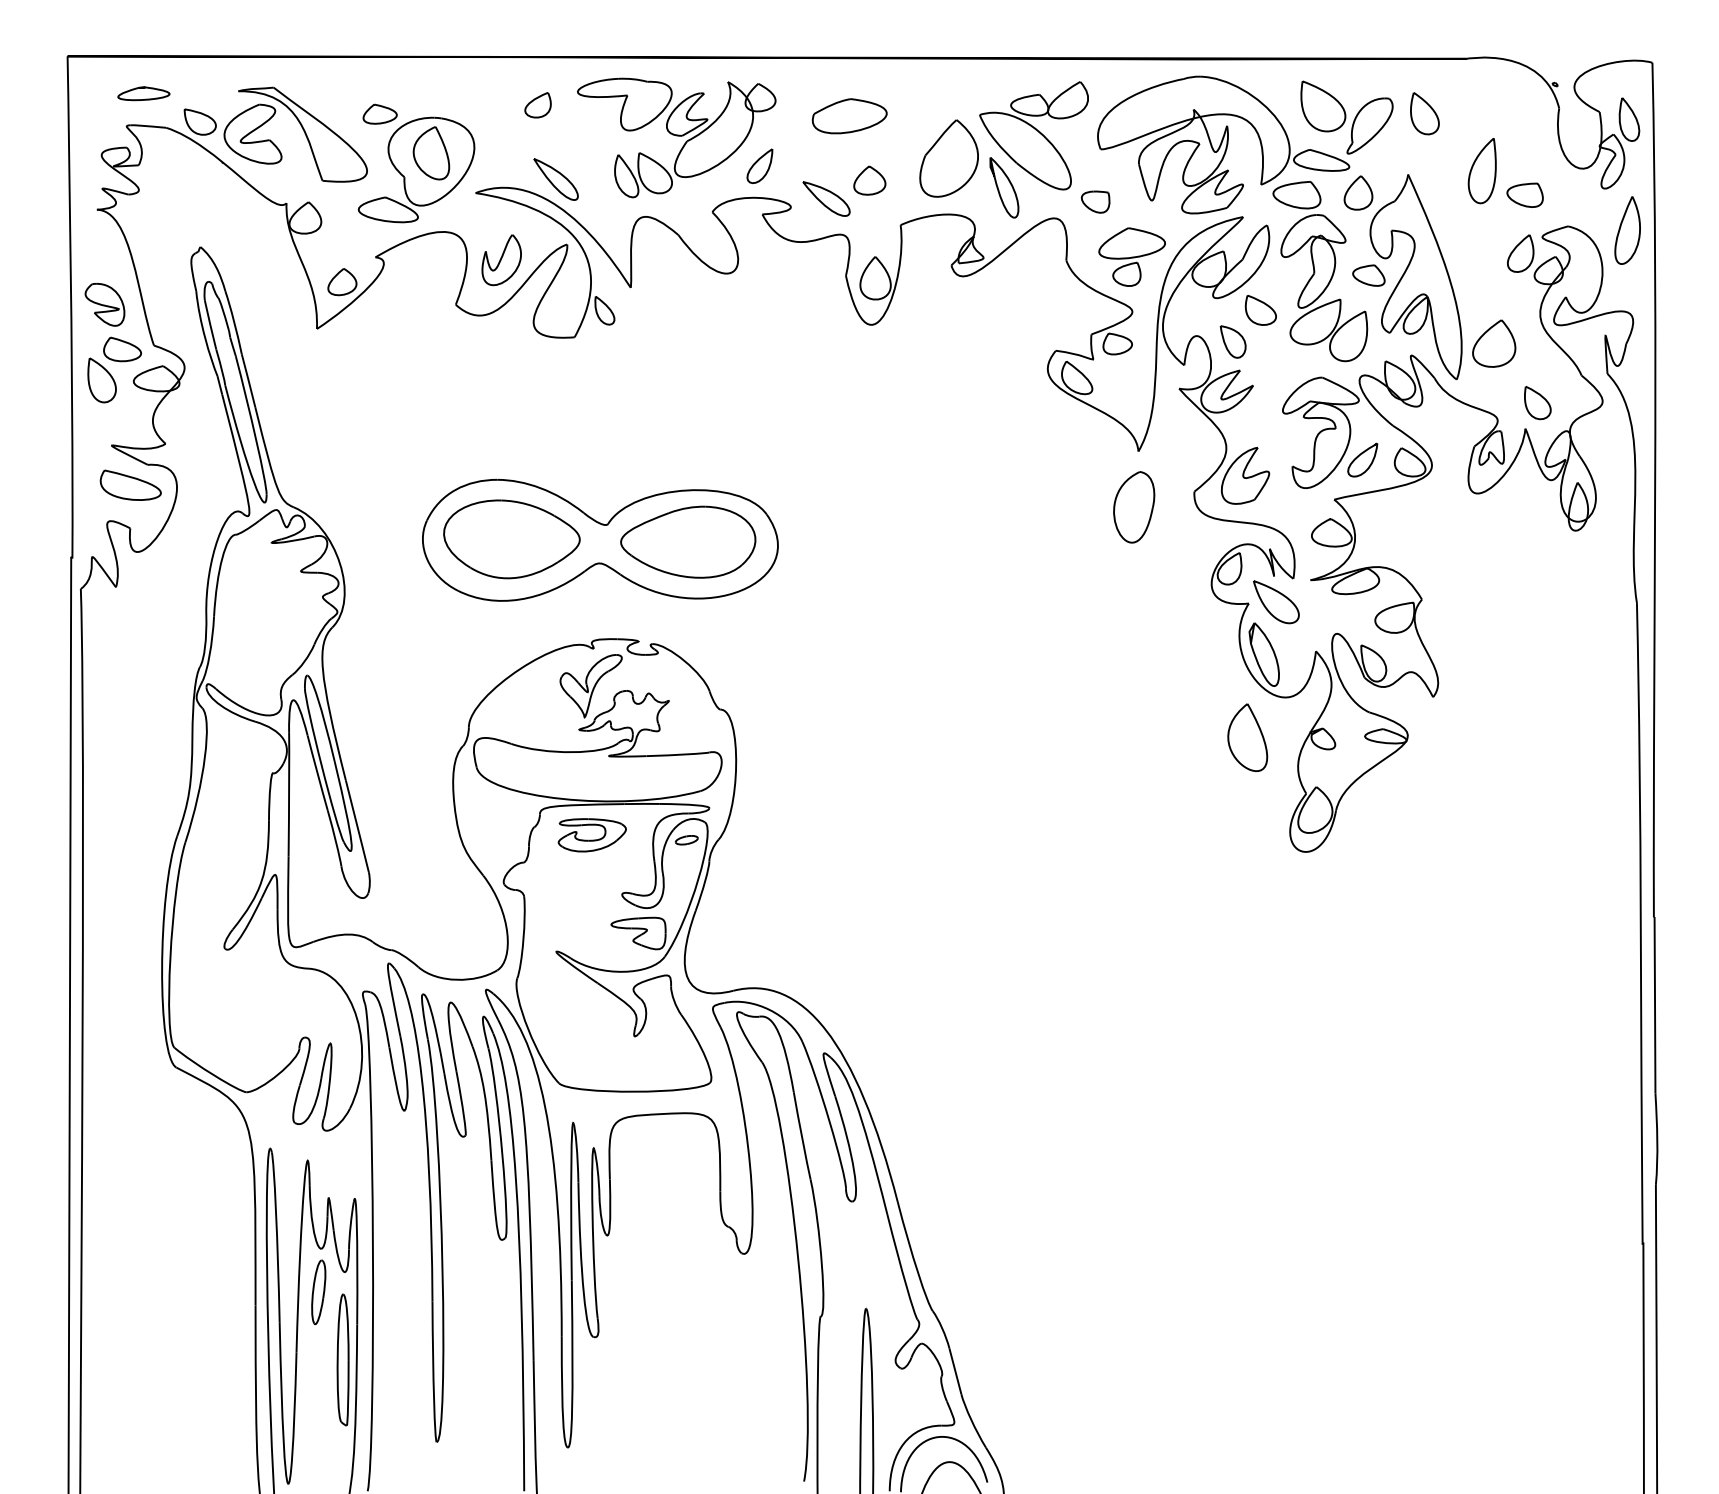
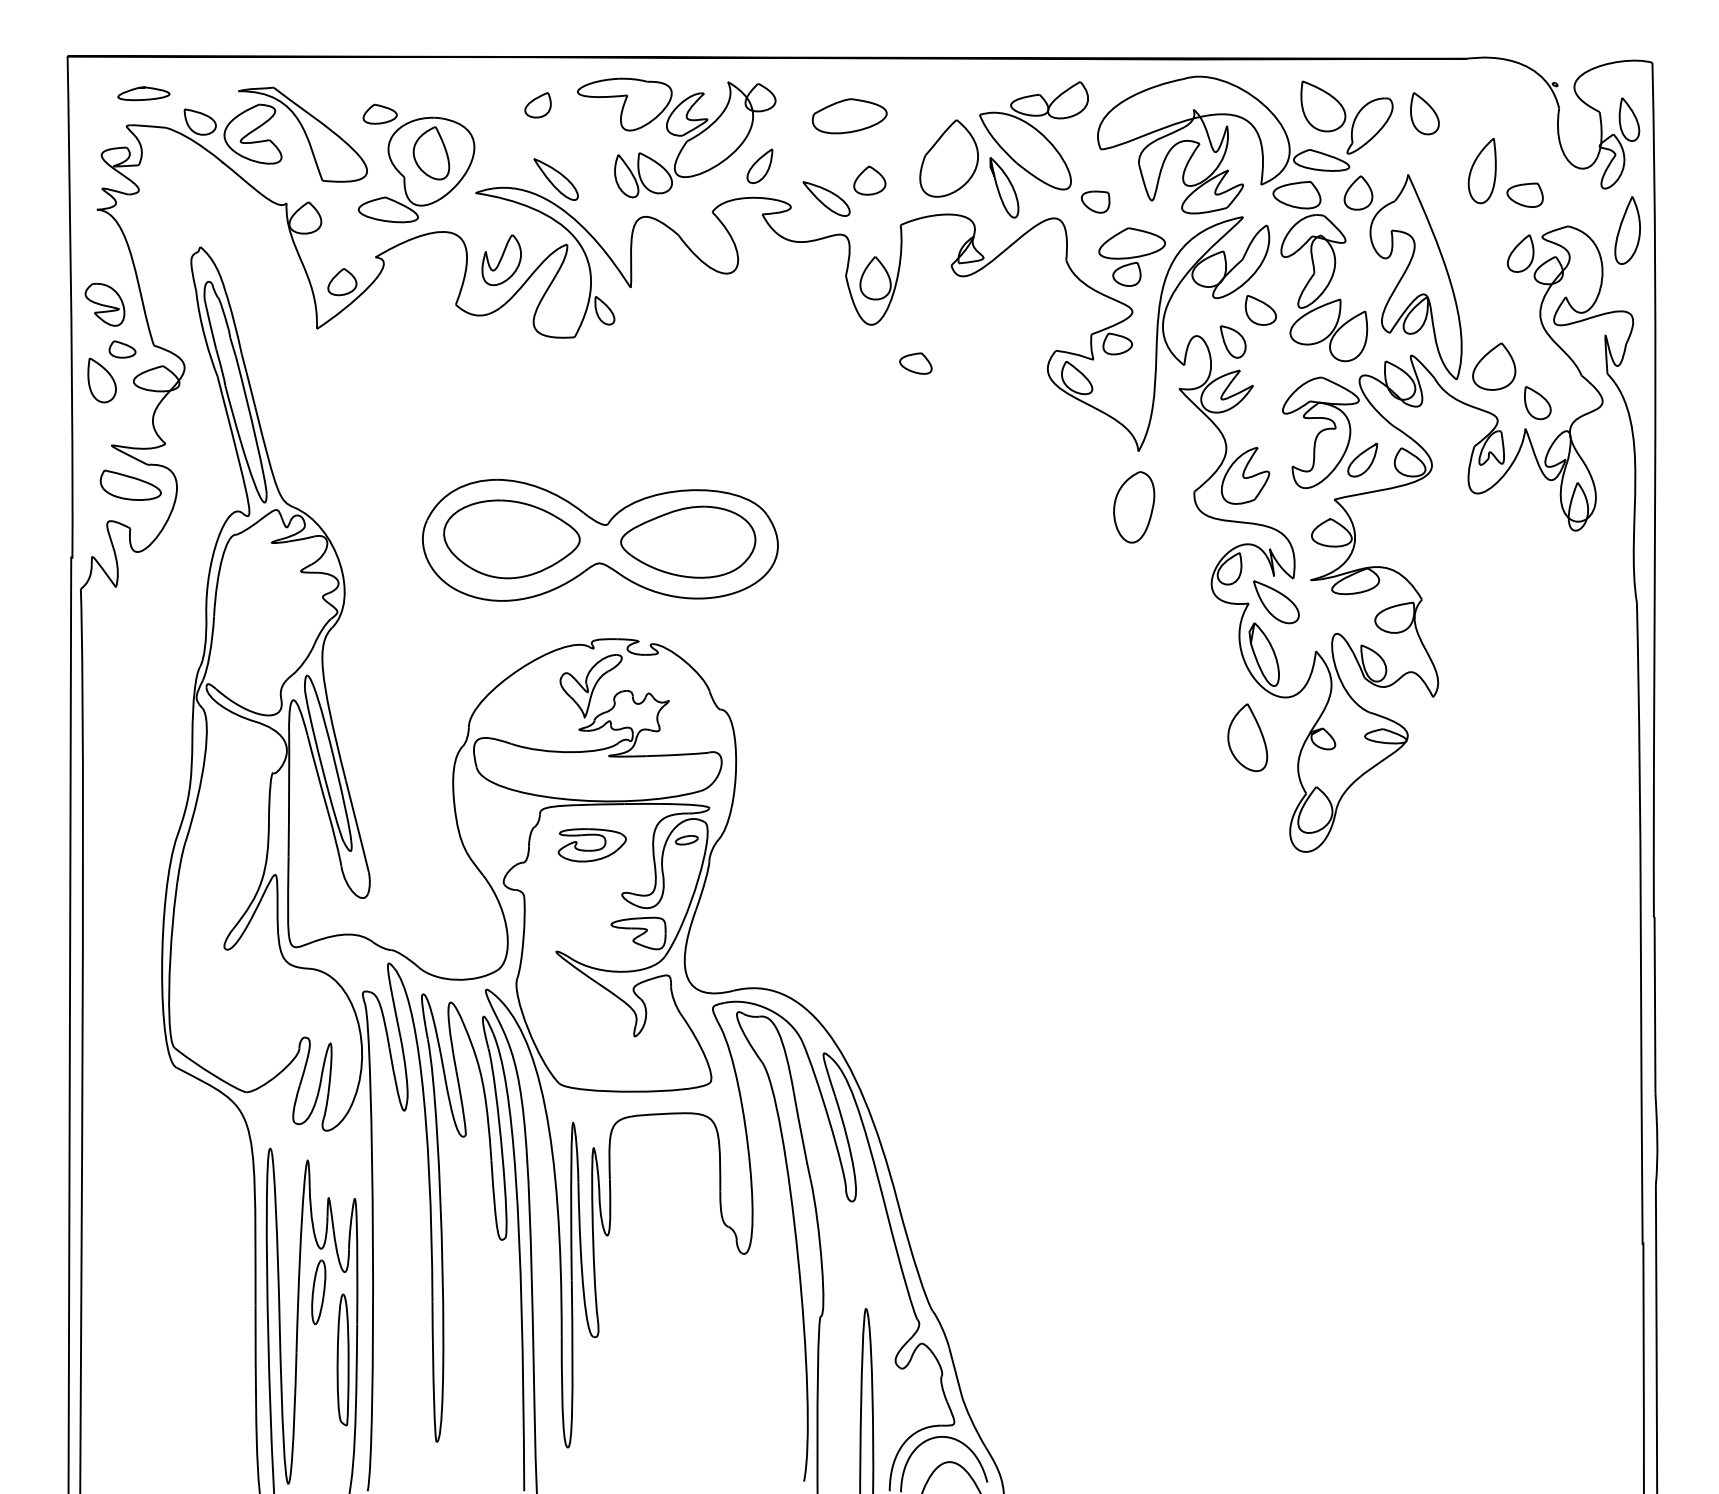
part at (1368, 275) position: (1368, 275) -> (915, 363)
part at (1494, 343) position: (1494, 343) -> (1494, 366)
part at (122, 349) size: 39x27 px -> 29x19 px
part at (591, 835) position: (591, 835) -> (591, 845)
